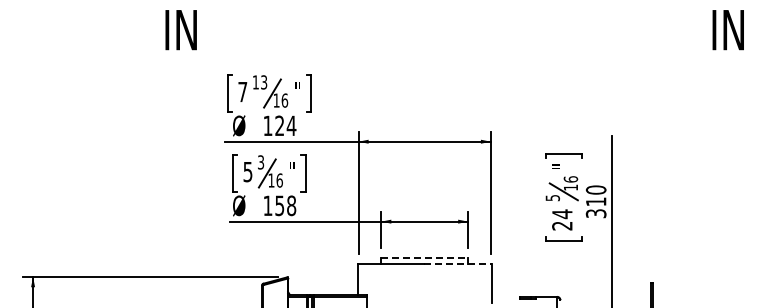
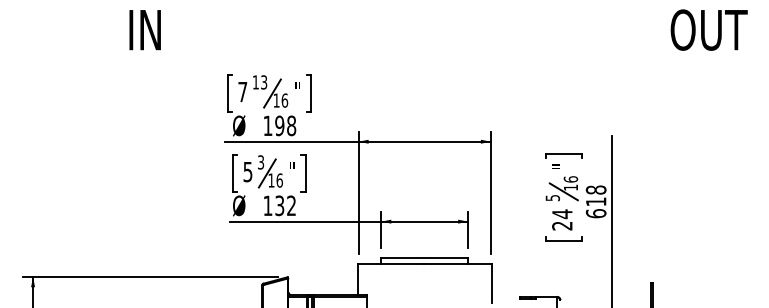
text at (708, 29): IN -> OUT
text at (180, 30) position: (180, 30) -> (144, 30)
text at (285, 125): 124 -> 198
text at (595, 201): 310 -> 618
text at (285, 205): 158 -> 132
line at (425, 257): dashed -> solid
line at (457, 263): dashed -> solid
